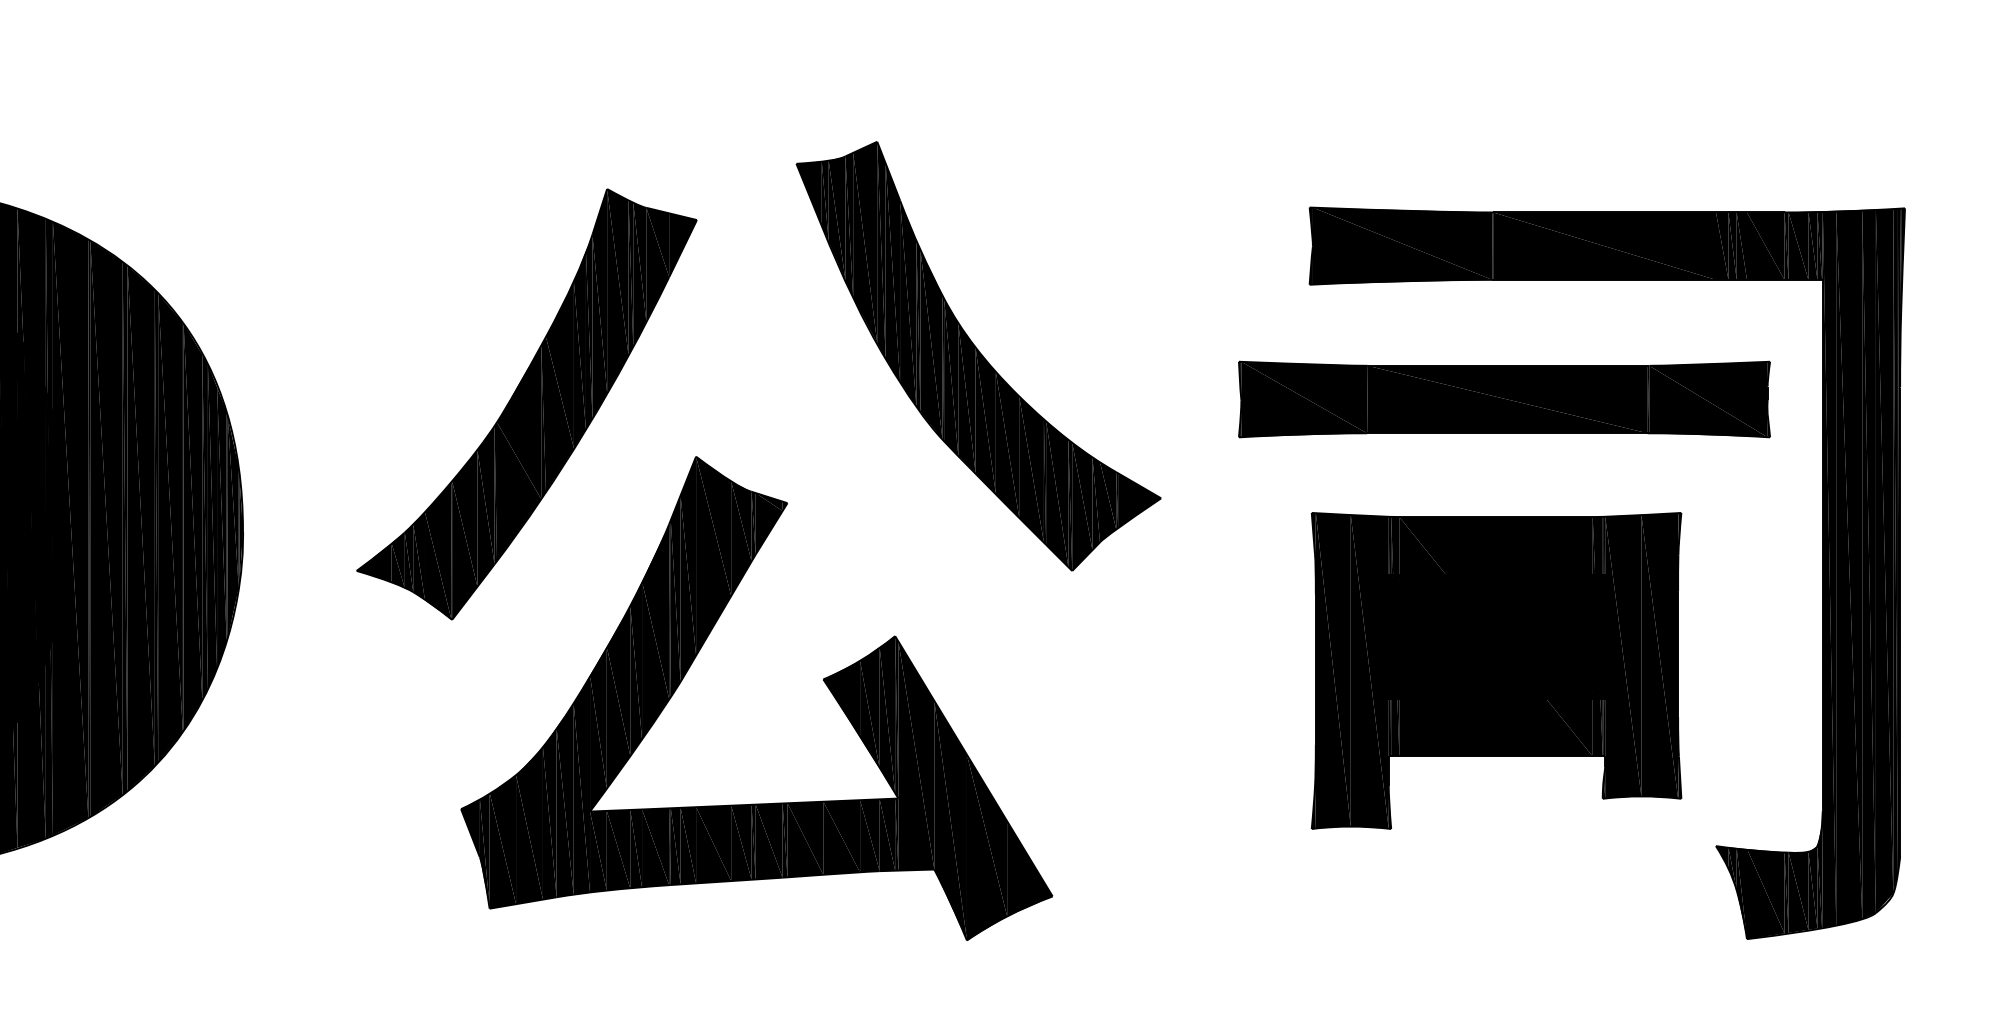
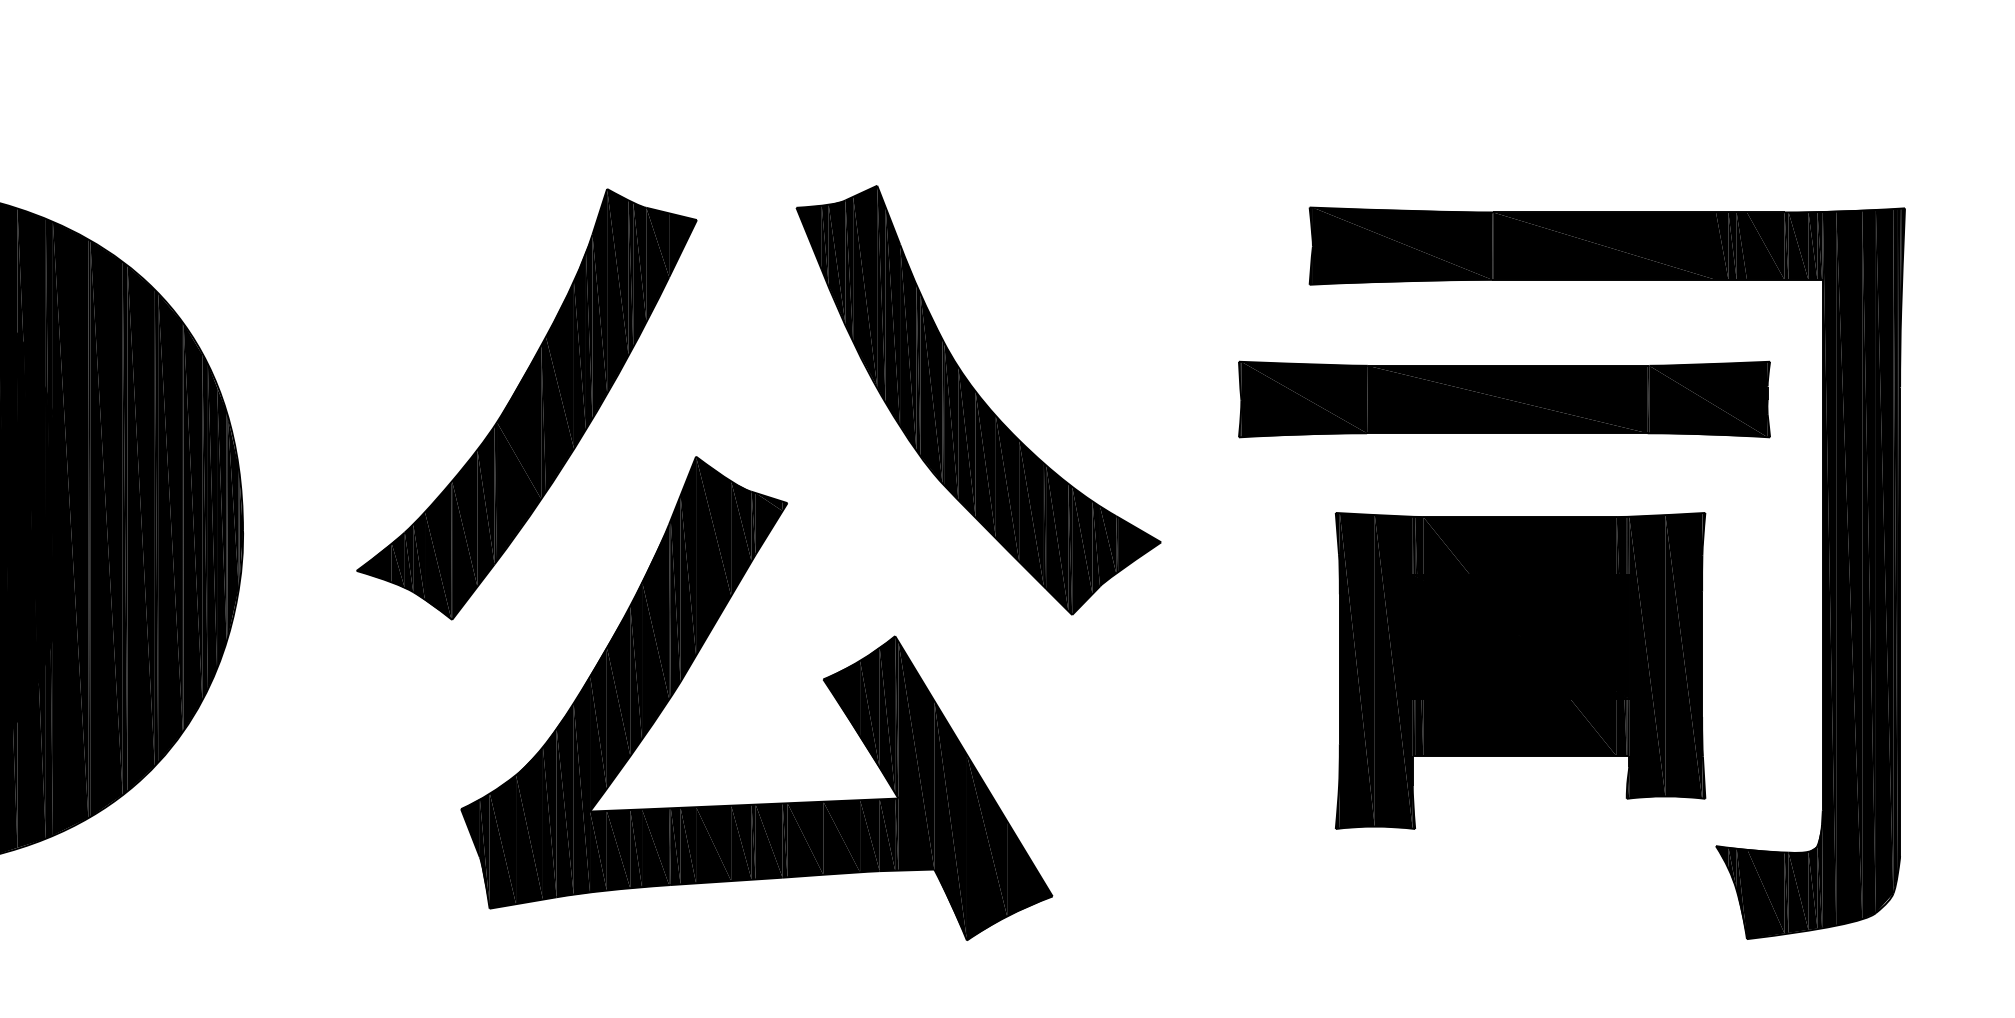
part at (978, 356) position: (978, 356) -> (978, 400)
part at (1496, 670) position: (1496, 670) -> (1520, 670)
